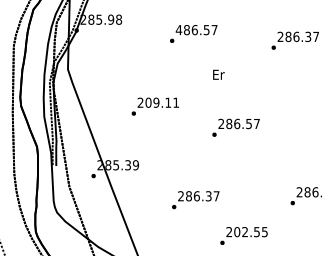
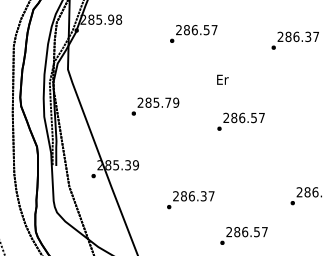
text at (178, 30): 486.57 -> 286.57
text at (218, 74) position: (218, 74) -> (222, 79)
text at (162, 102): 209.11 -> 285.79
text at (235, 127) position: (235, 127) -> (240, 121)
text at (195, 200) position: (195, 200) -> (190, 200)
text at (250, 232): 202.55 -> 286.57
